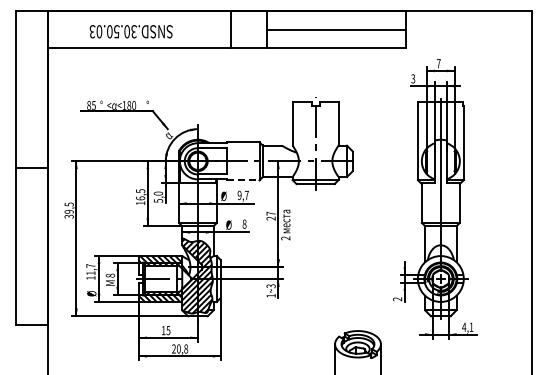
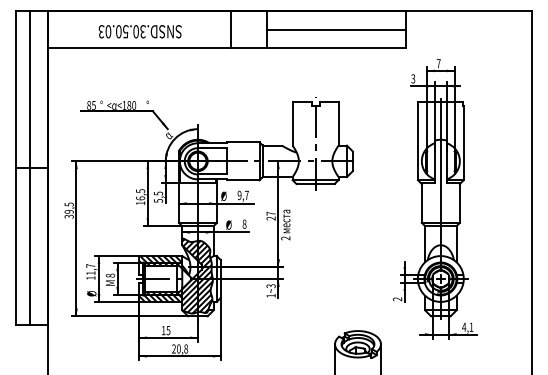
text at (130, 31) position: (130, 31) -> (139, 31)
line at (29, 167): none -> present
line at (243, 180): dashed -> solid
text at (157, 193): 5,0 -> 5,5
